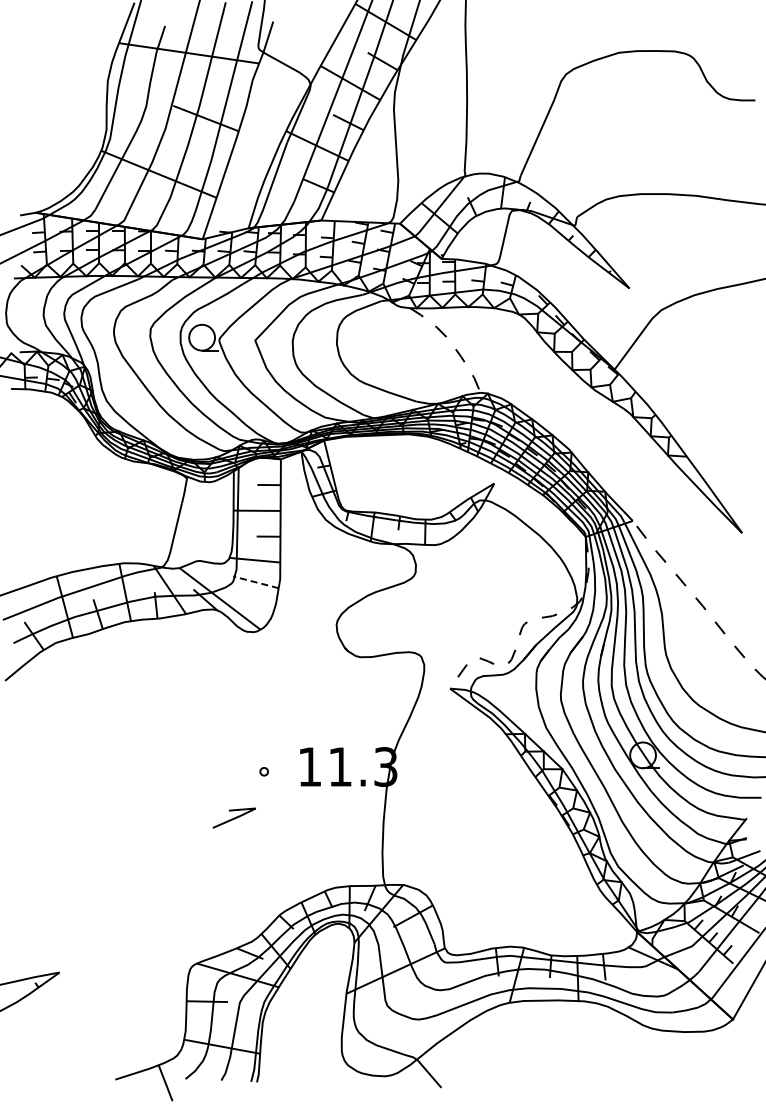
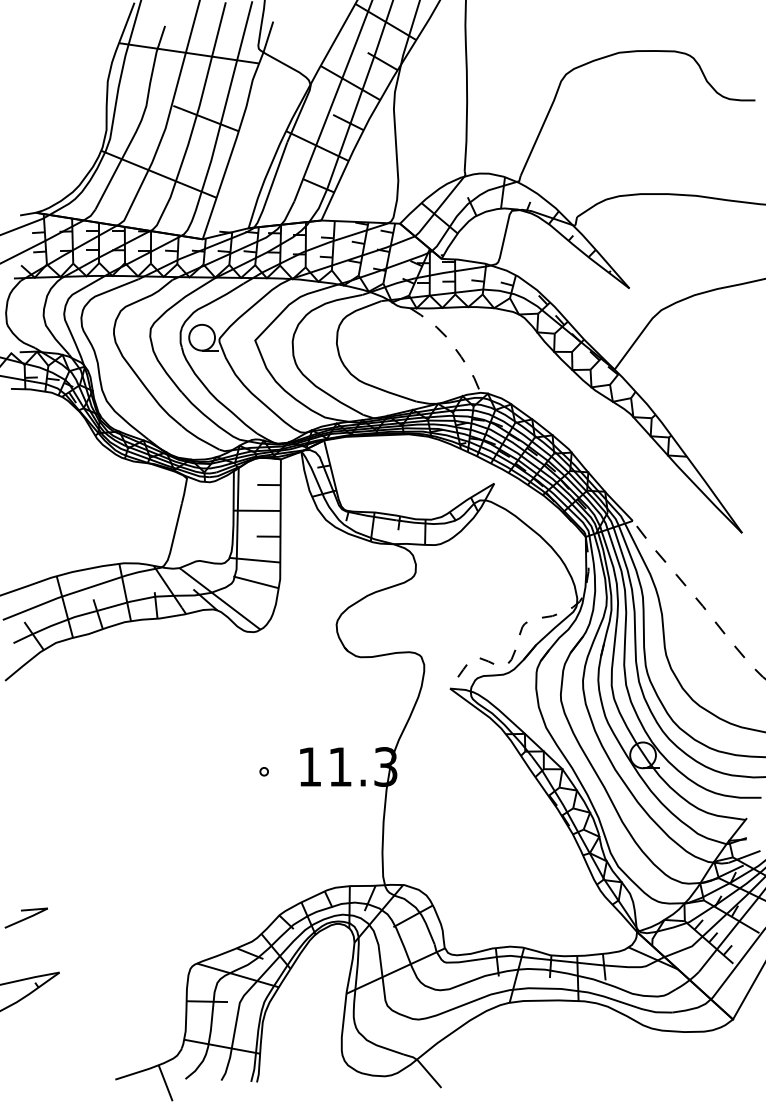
line at (255, 582): dashed -> solid
part at (233, 817) position: (233, 817) -> (25, 917)
